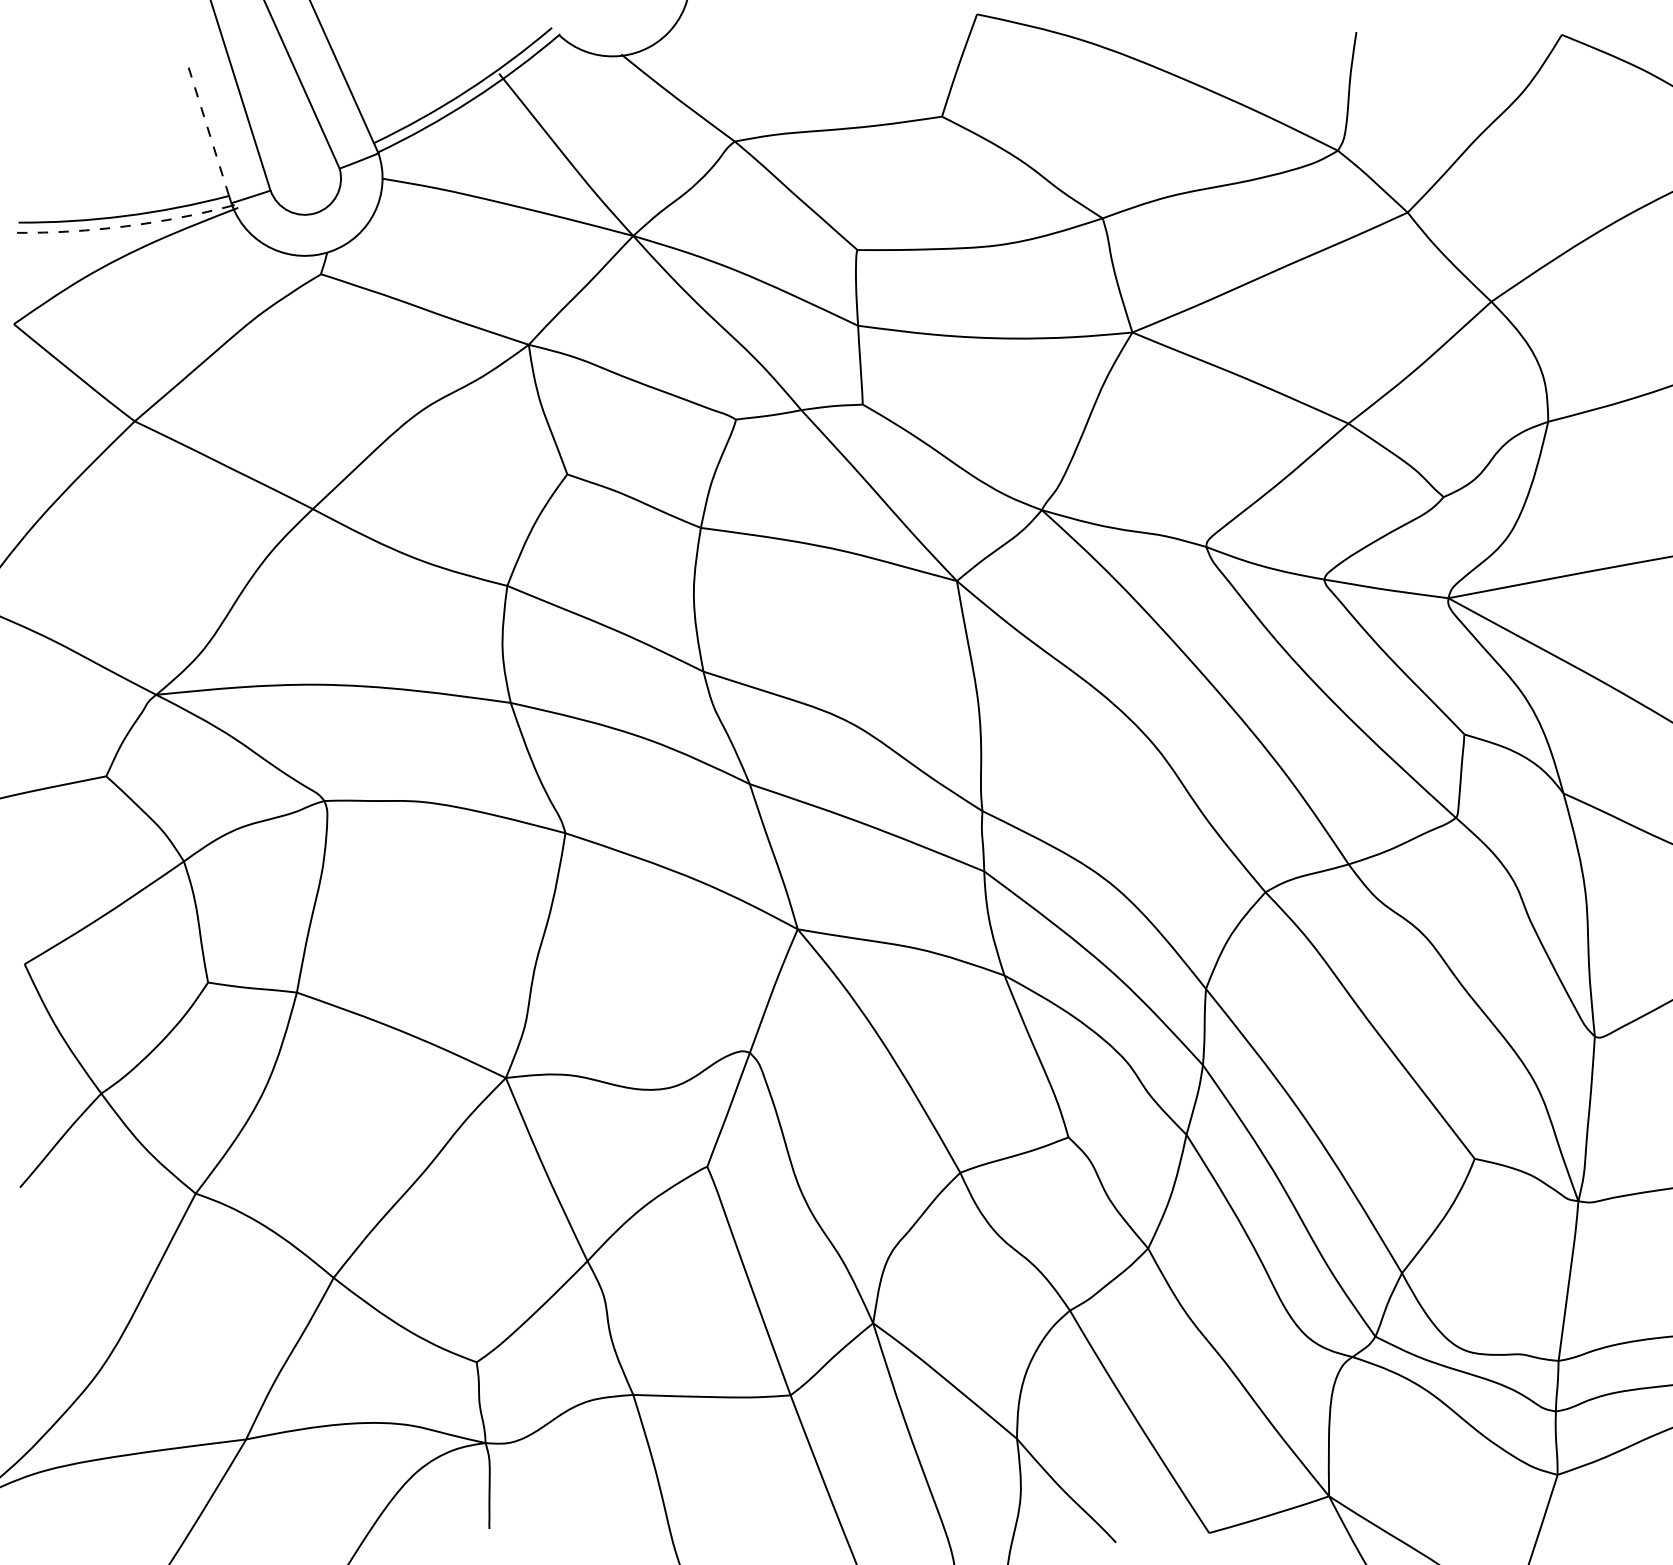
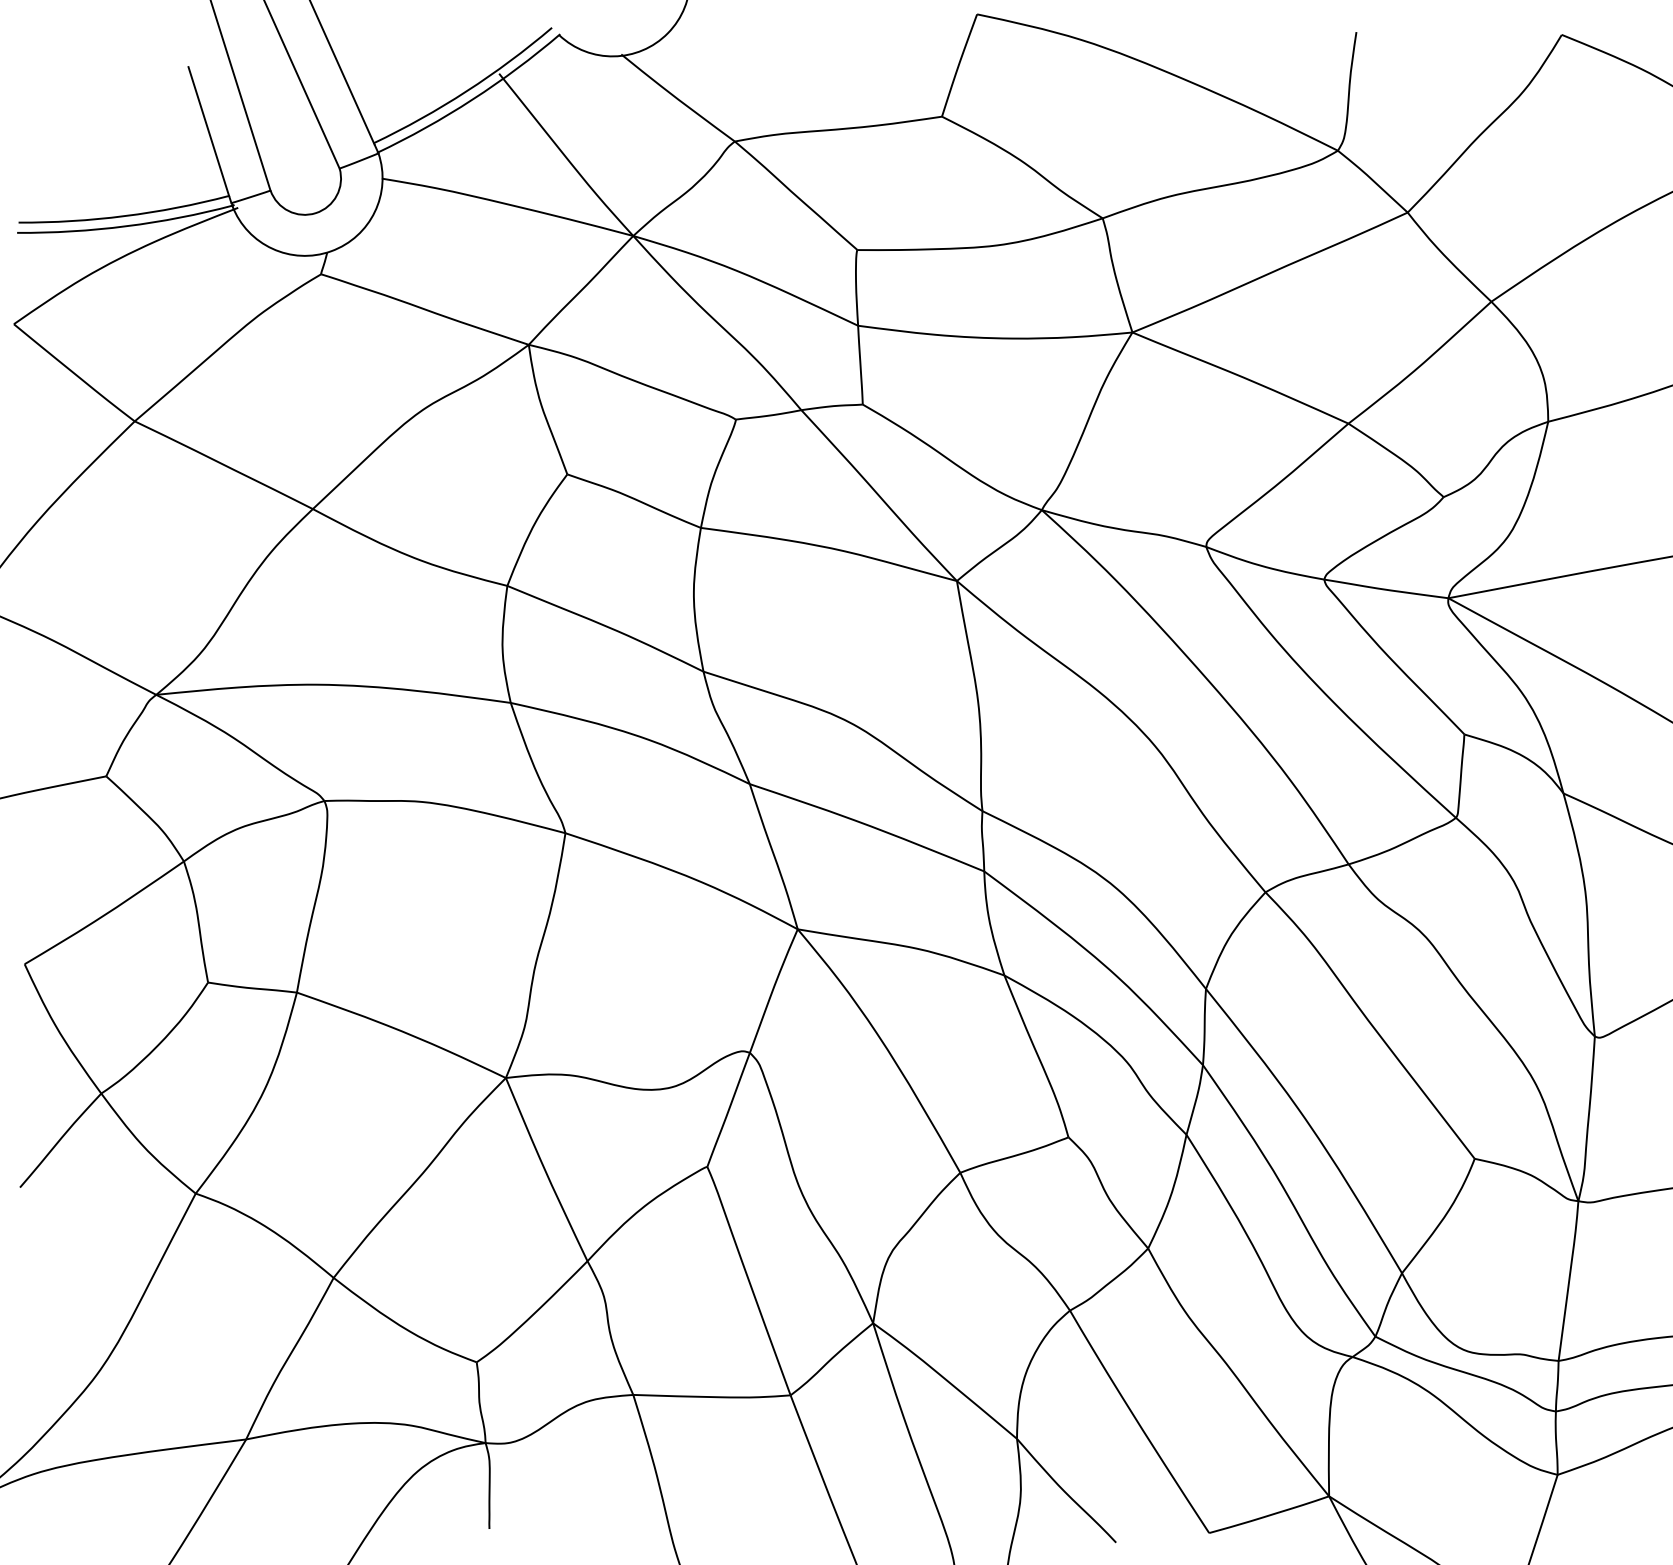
line at (208, 131): dashed -> solid
arc at (126, 226): dashed -> solid
